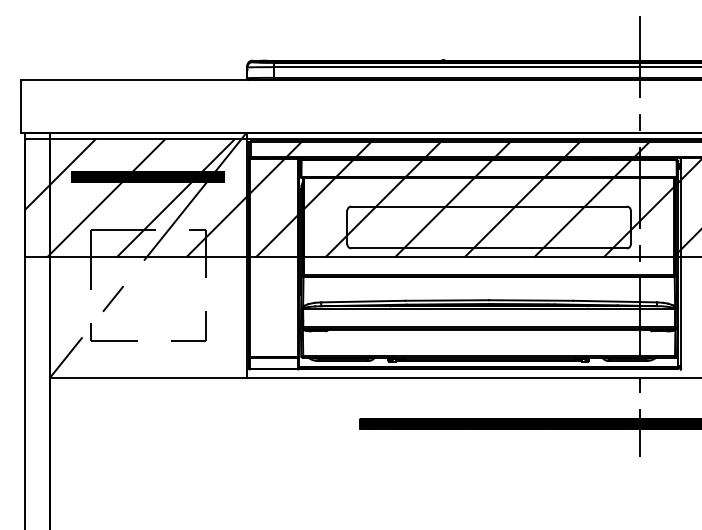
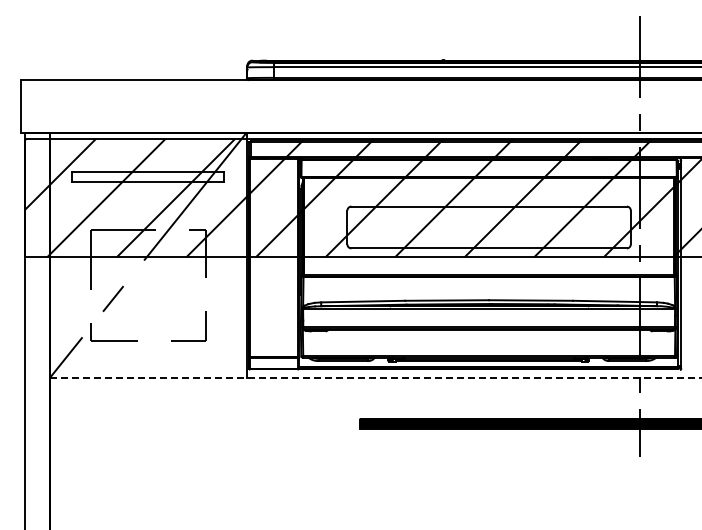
hatch at (148, 176): present -> none
line at (375, 377): solid -> dashed
